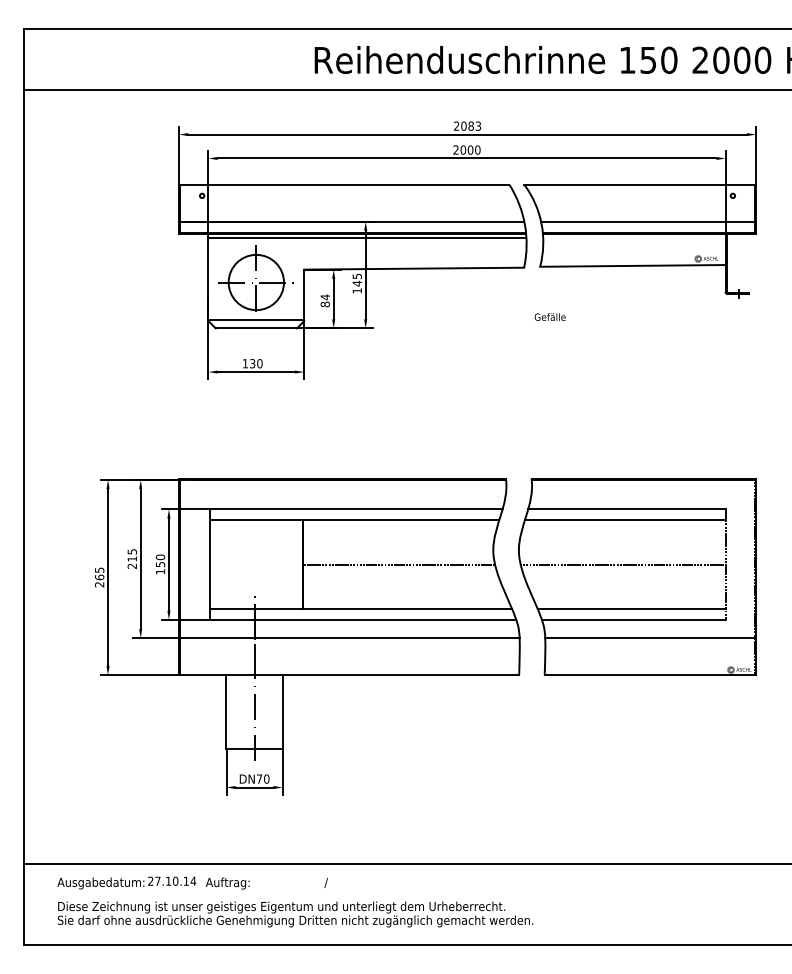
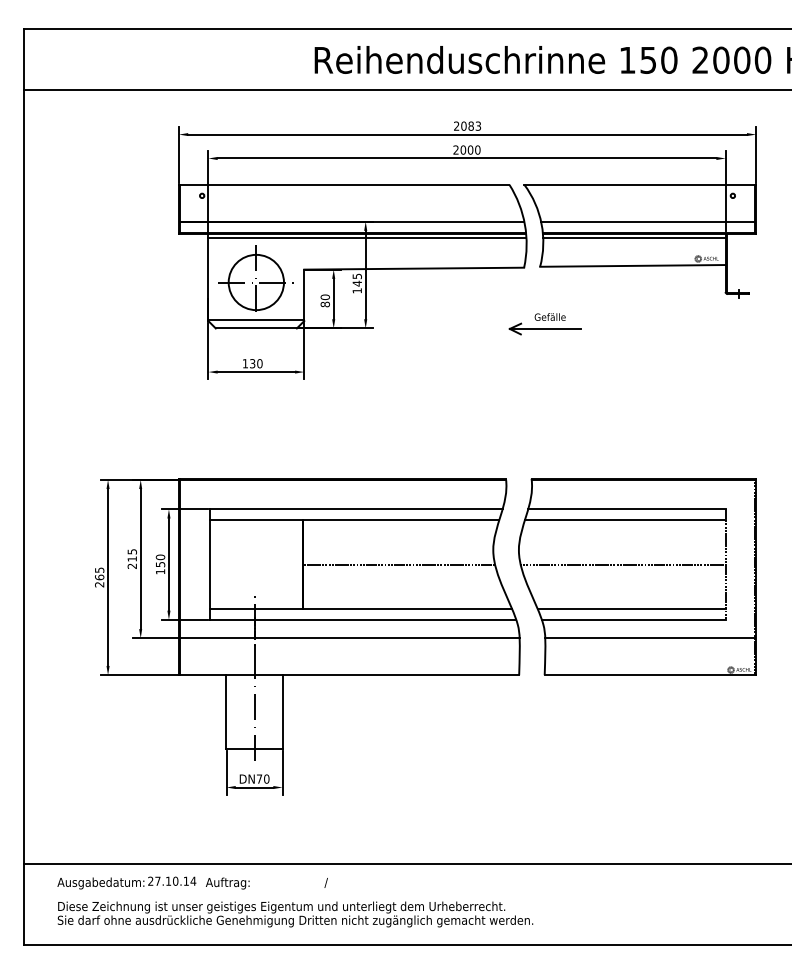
line at (634, 237): none -> present
text at (324, 297): 84 -> 80
part at (544, 328): none -> present
